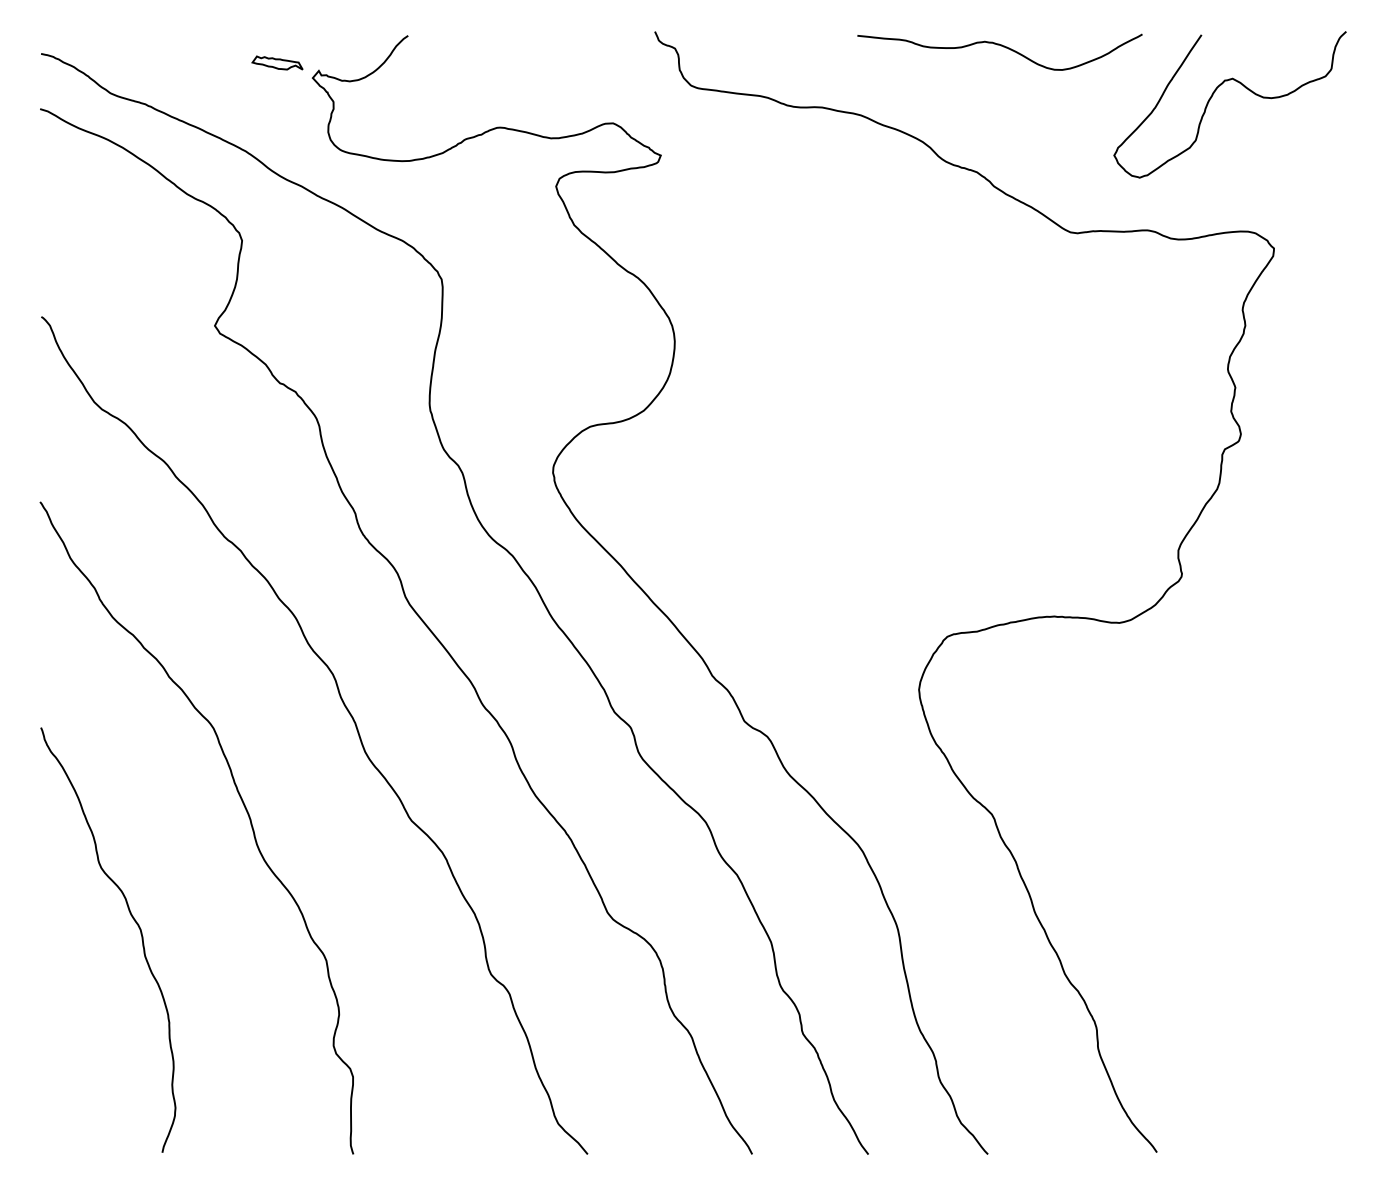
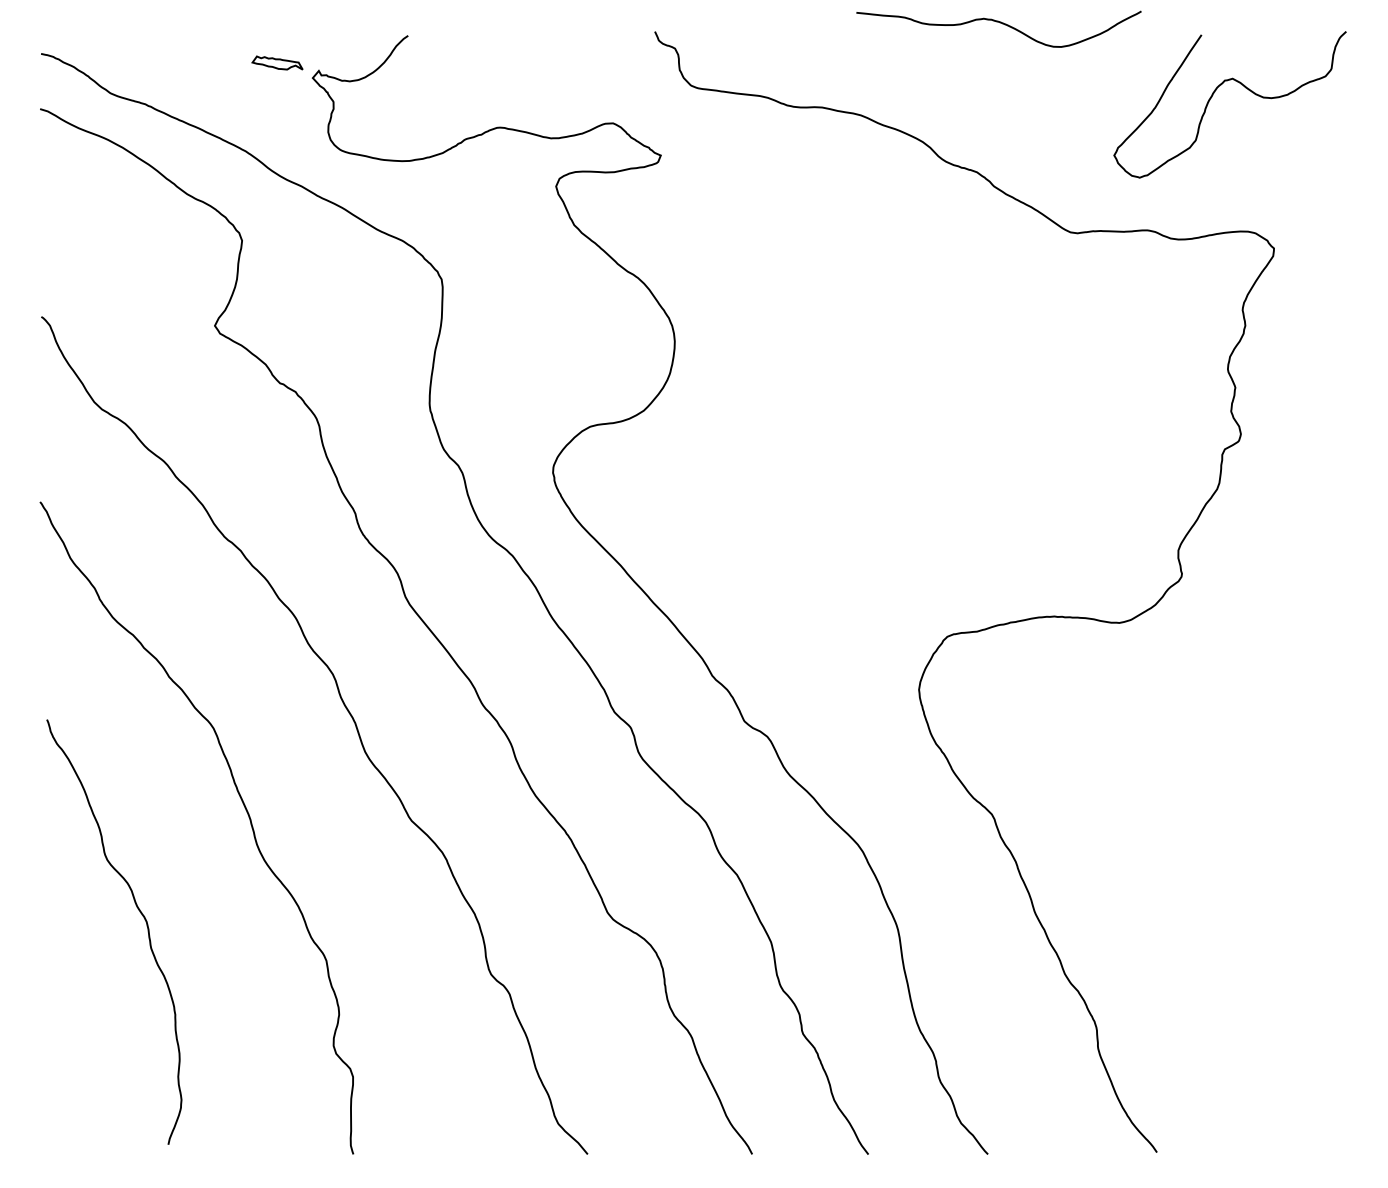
curve at (1001, 46) position: (1001, 46) -> (1000, 23)
curve at (133, 920) position: (133, 920) -> (139, 912)
